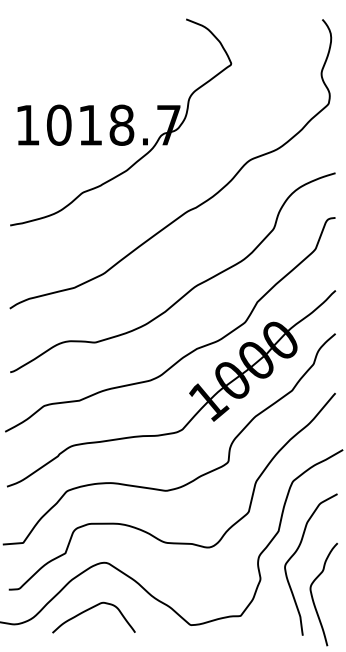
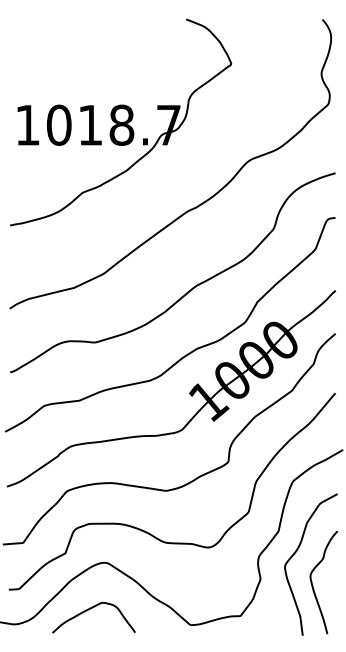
curve at (313, 597) position: (313, 597) -> (313, 585)
